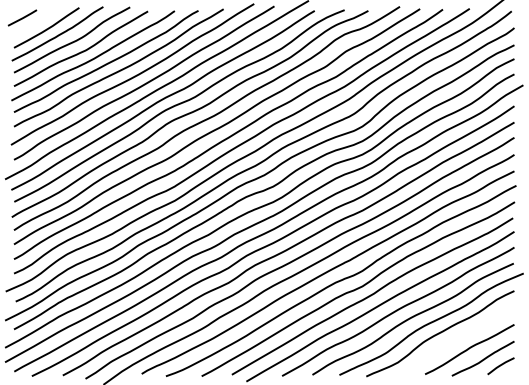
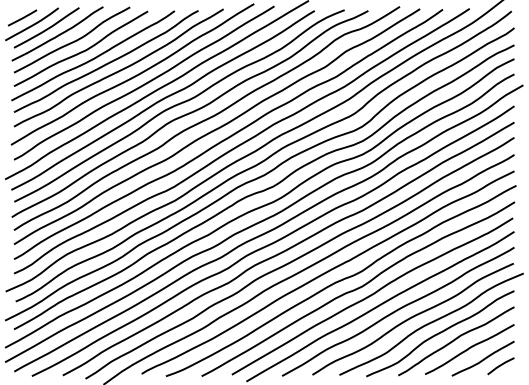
curve at (32, 24): none -> present
curve at (455, 340): none -> present
